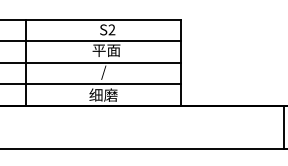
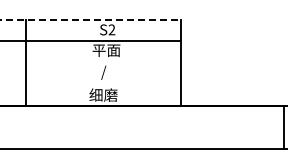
line at (91, 19): solid -> dashed
line at (91, 62): present -> none
line at (91, 84): present -> none
